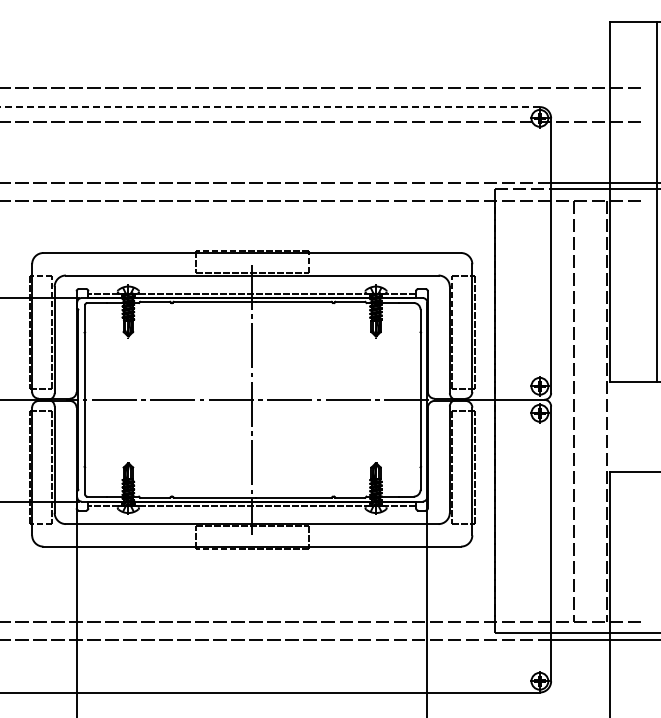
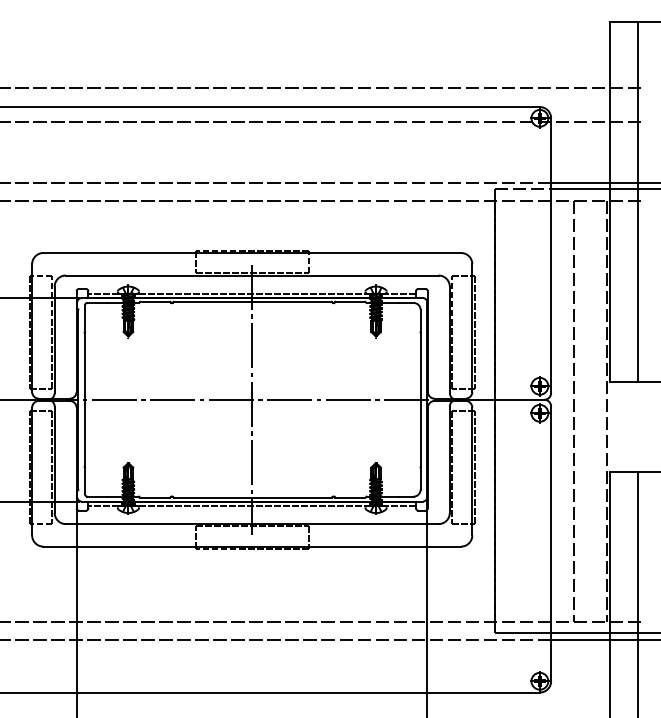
line at (270, 107): dashed -> solid
line at (656, 201) position: (656, 201) -> (637, 201)
line at (637, 592): none -> present
